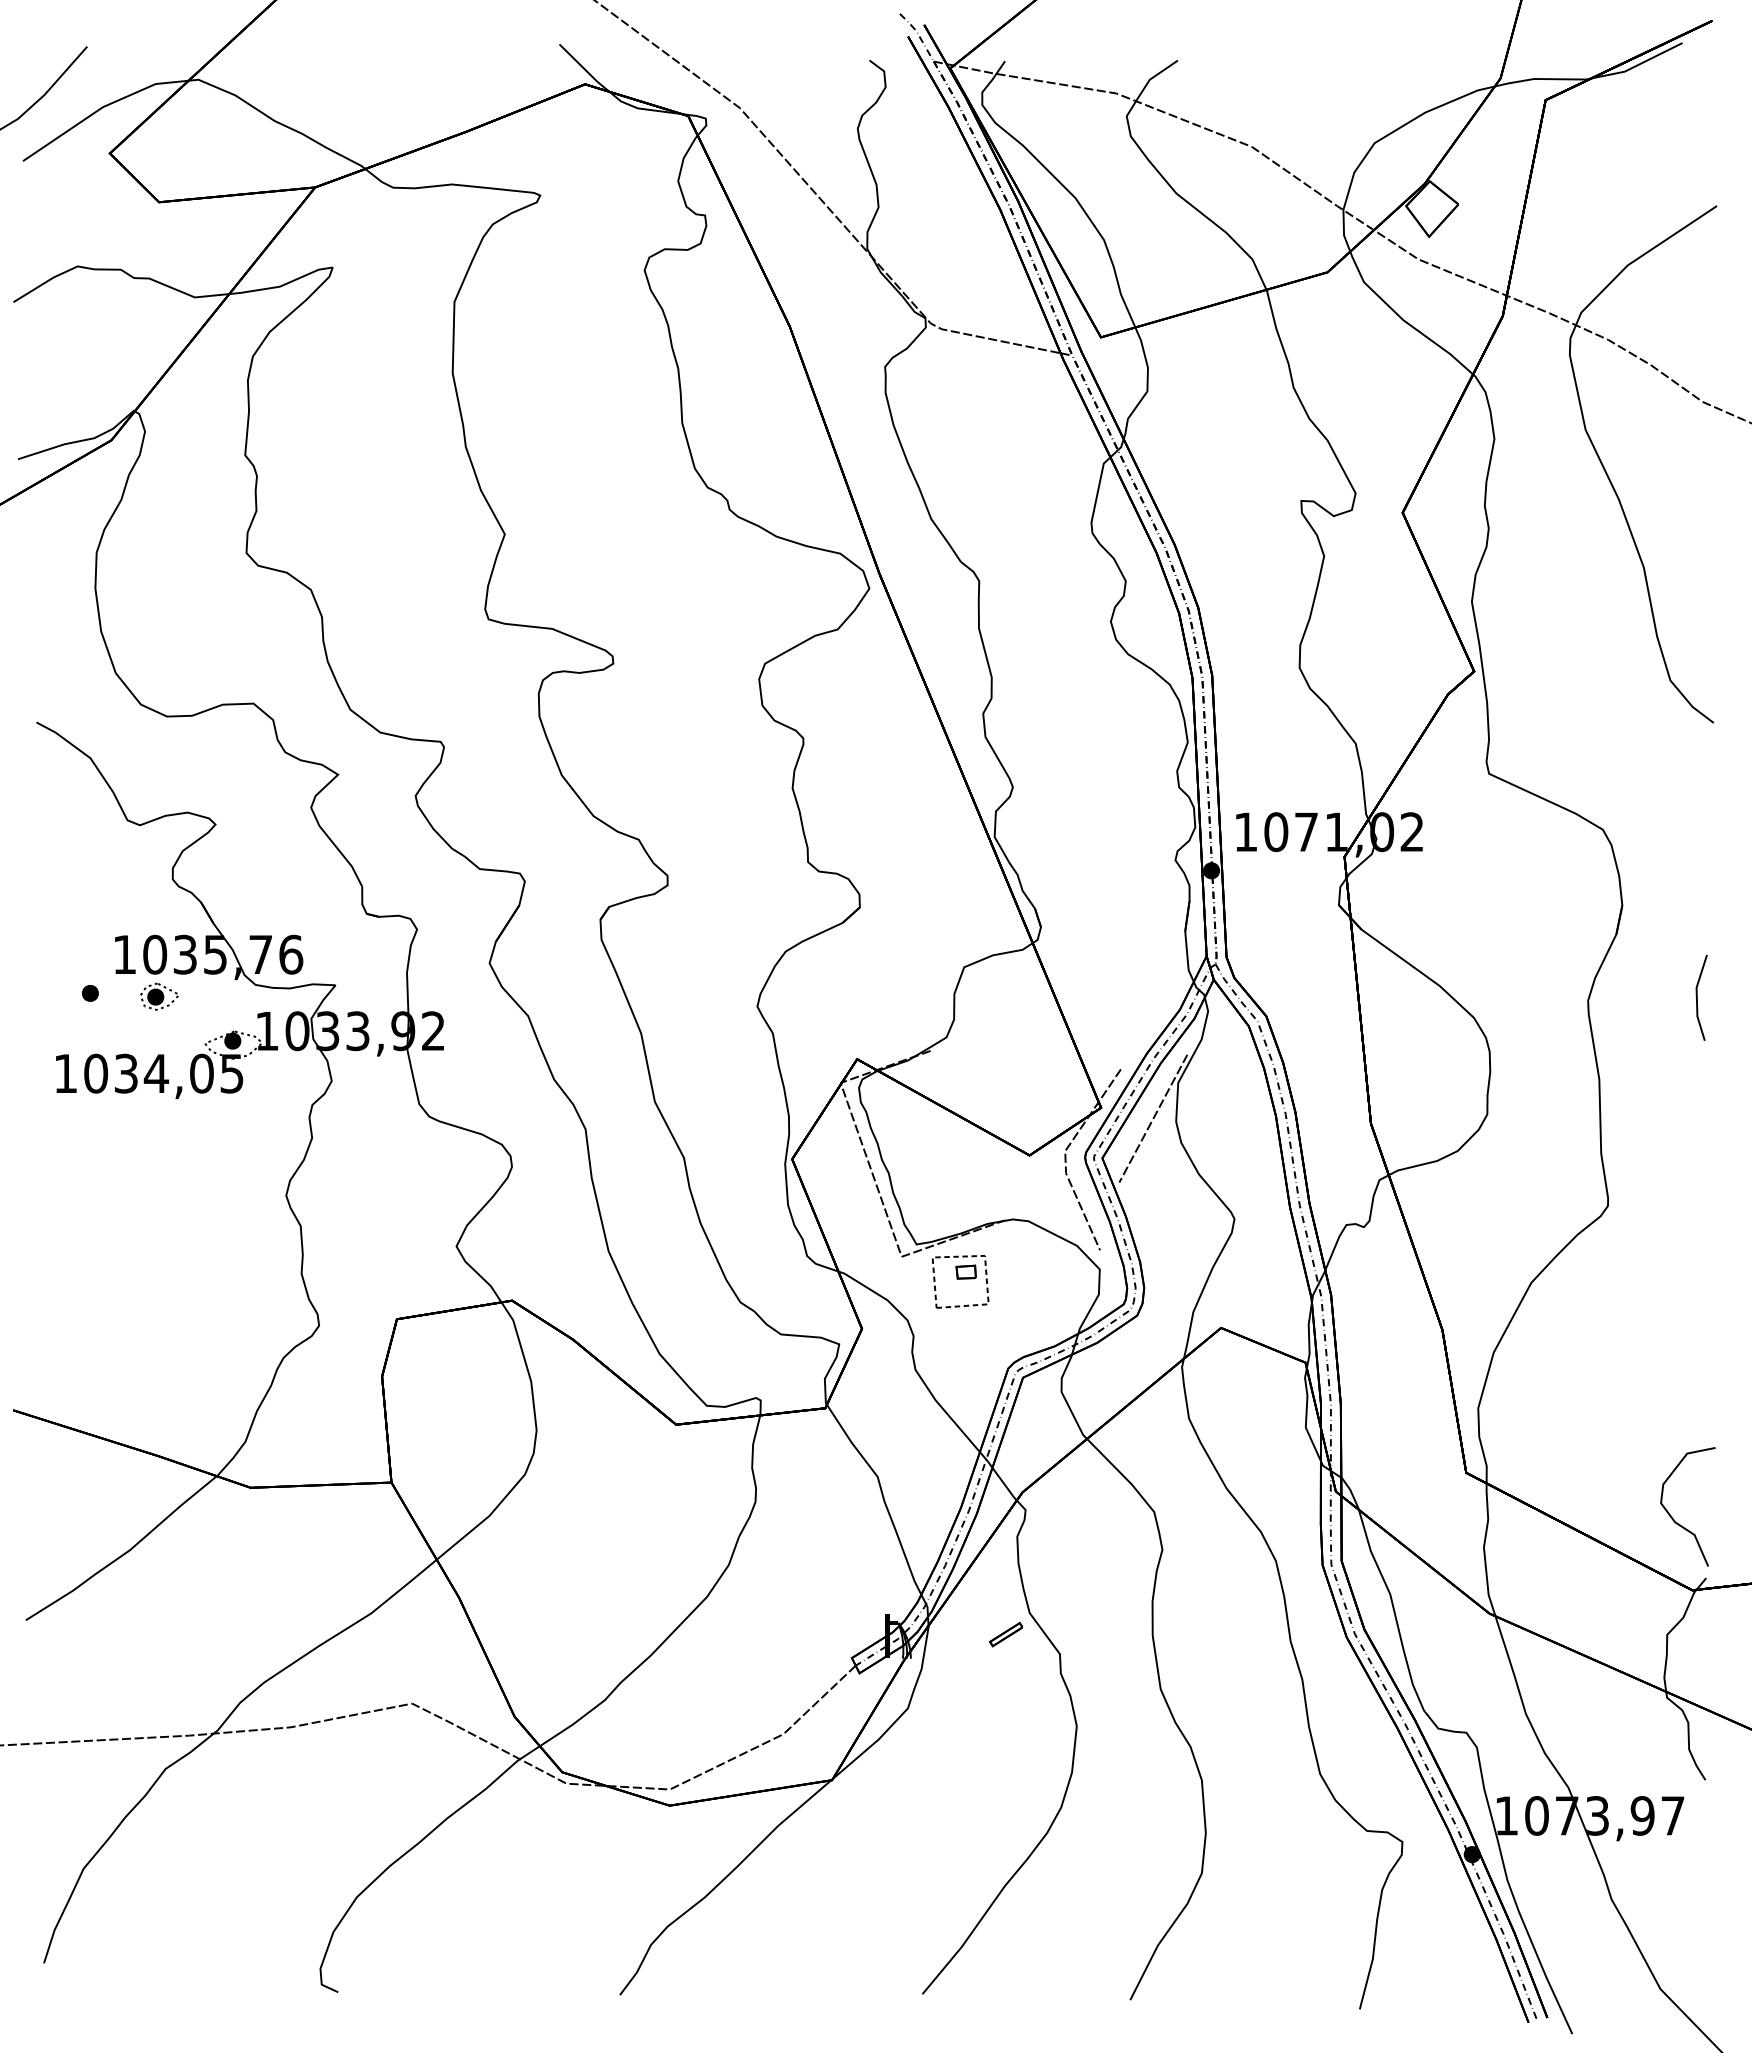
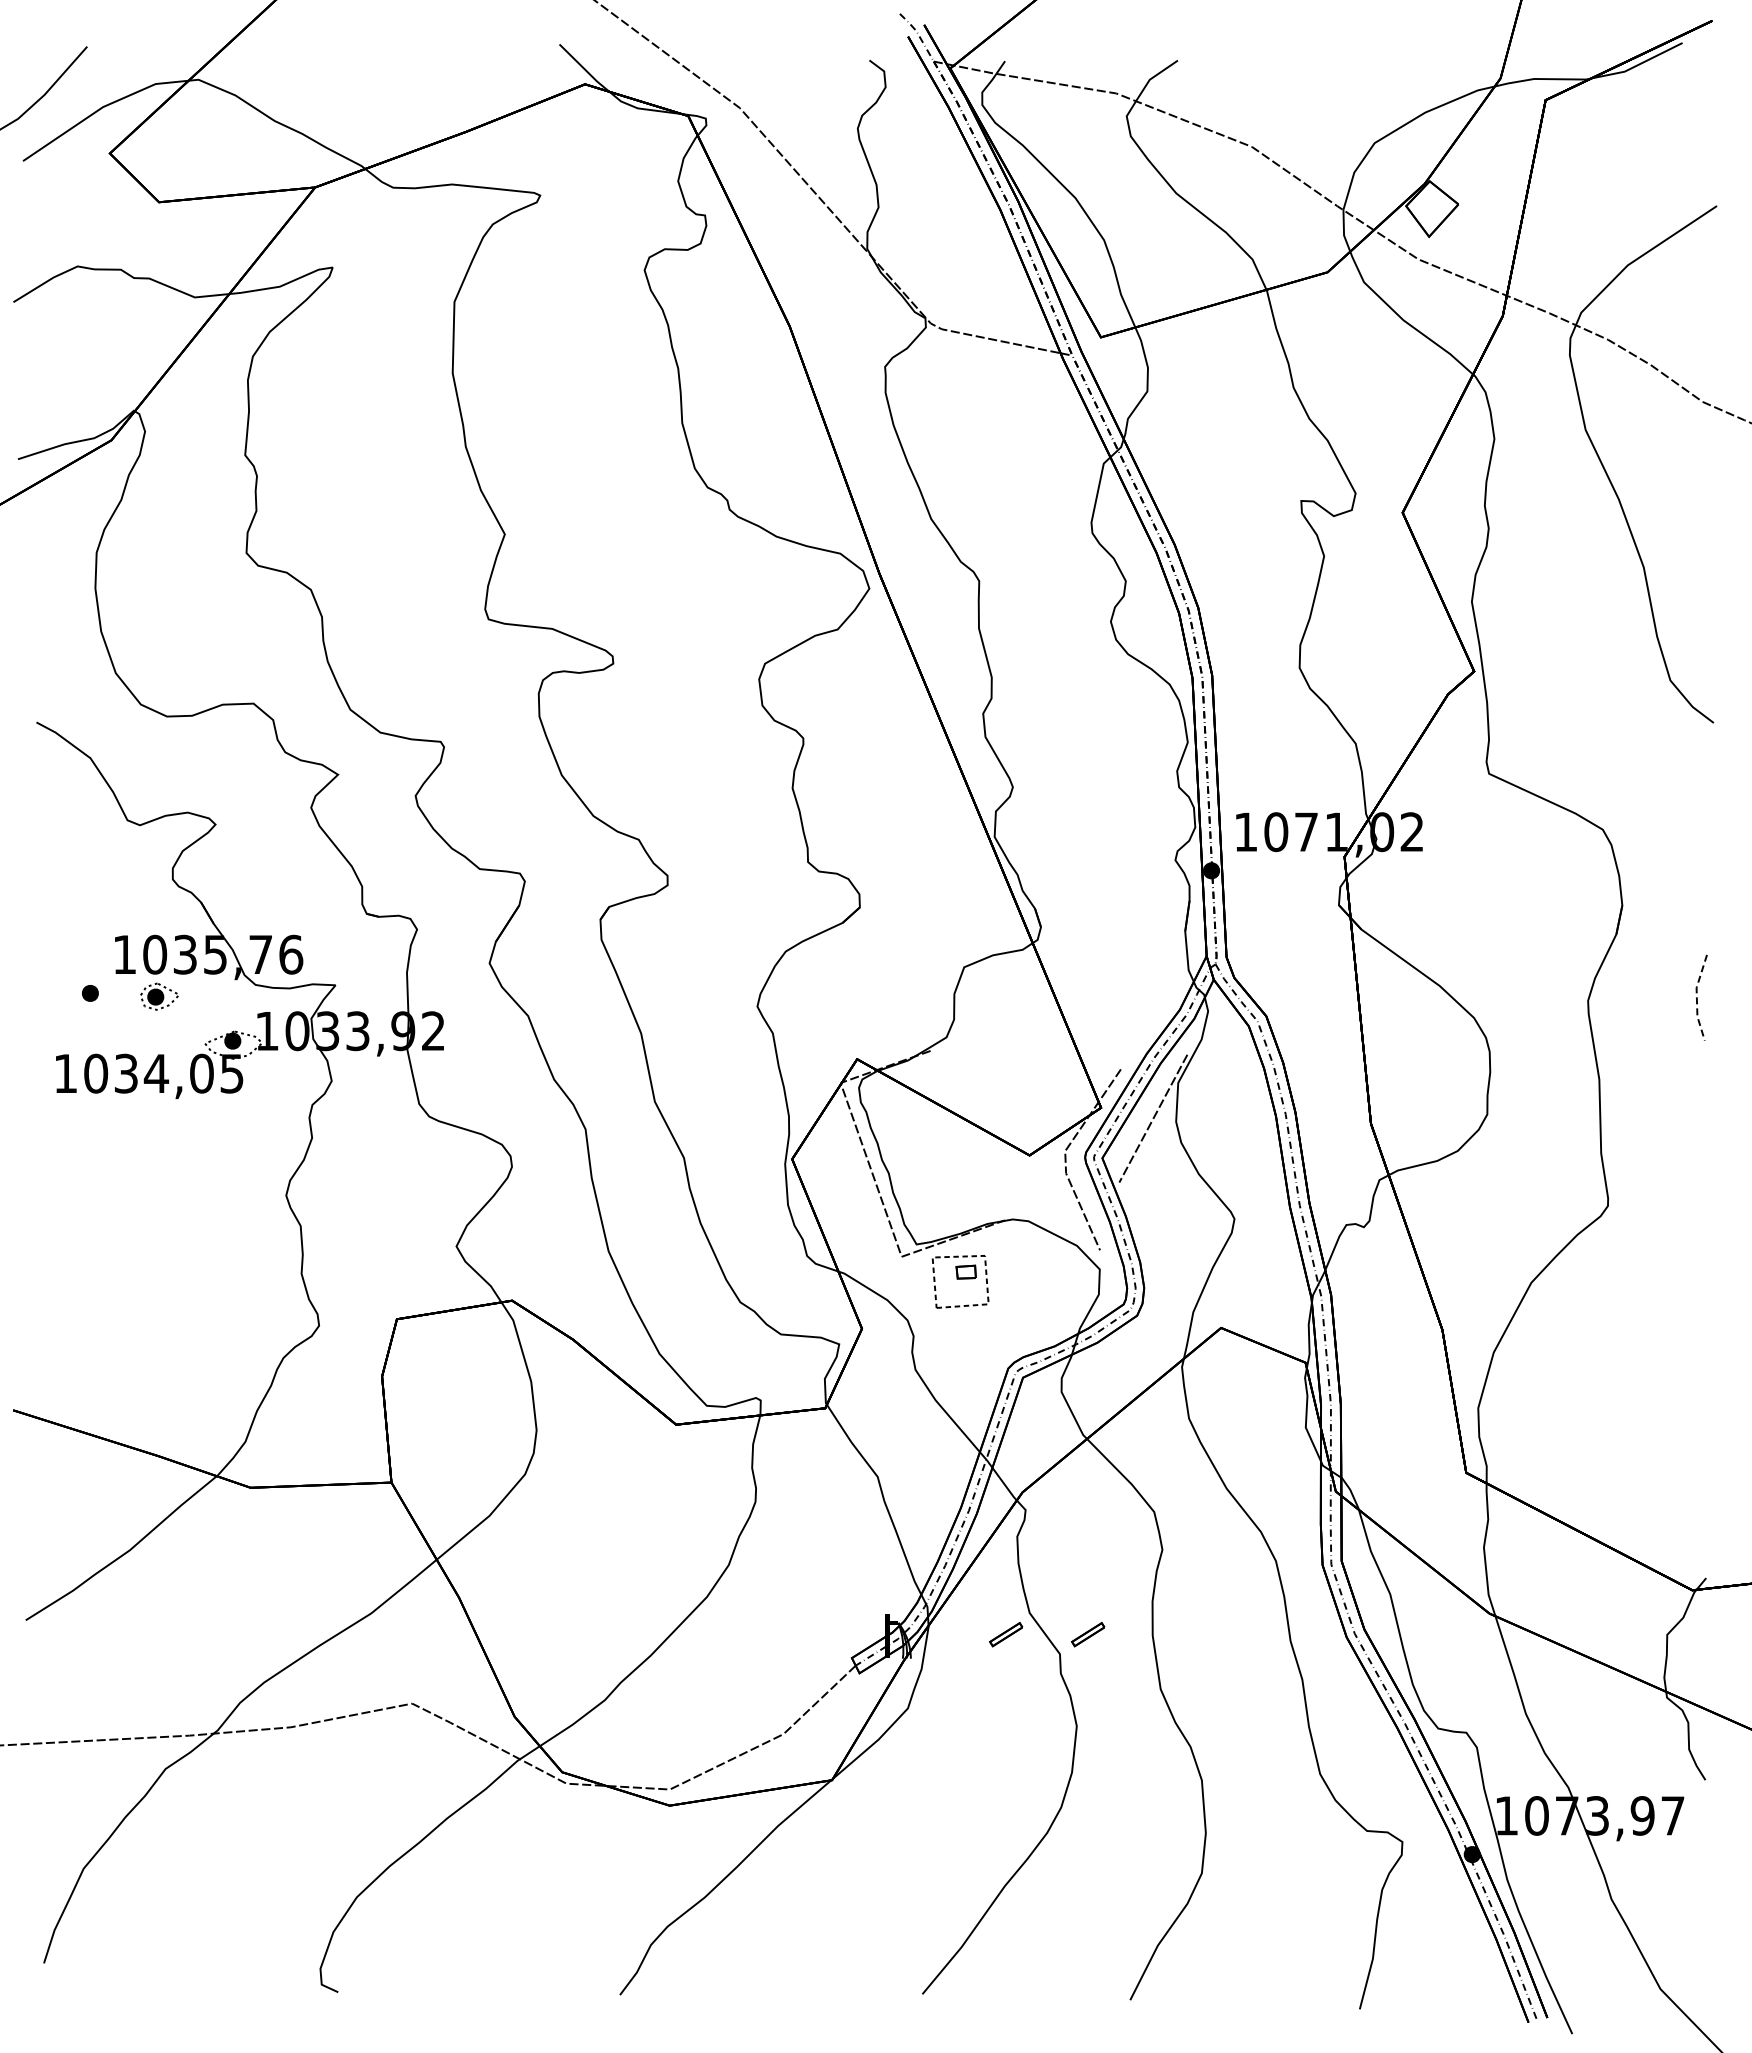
line at (1696, 997): solid -> dashed
curve at (1671, 1515): present -> none
part at (1088, 1634): none -> present
